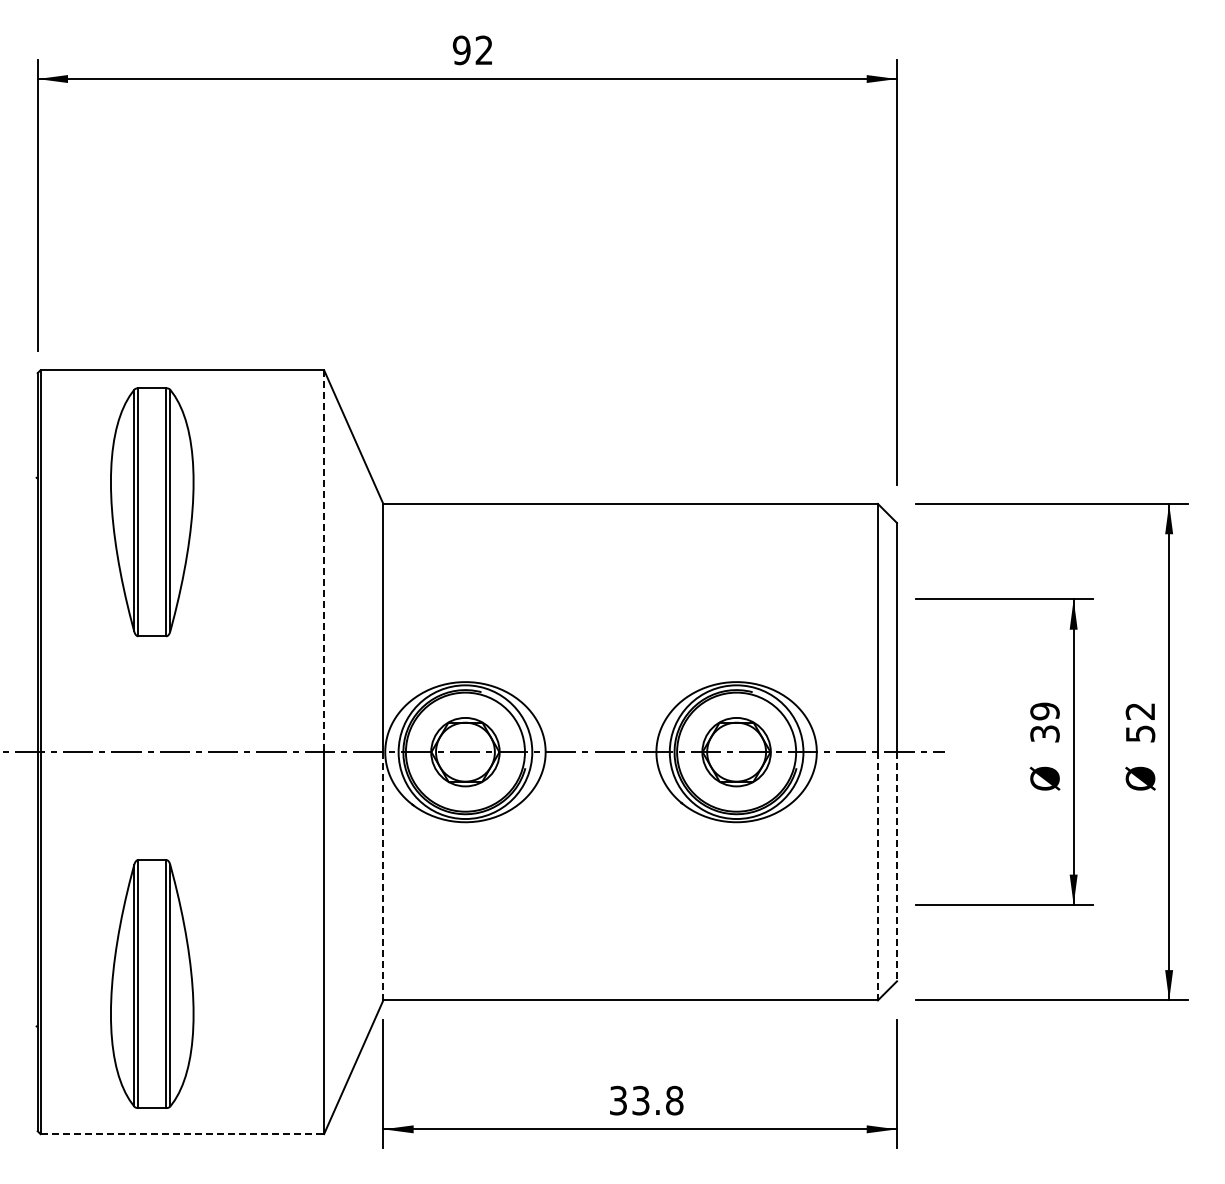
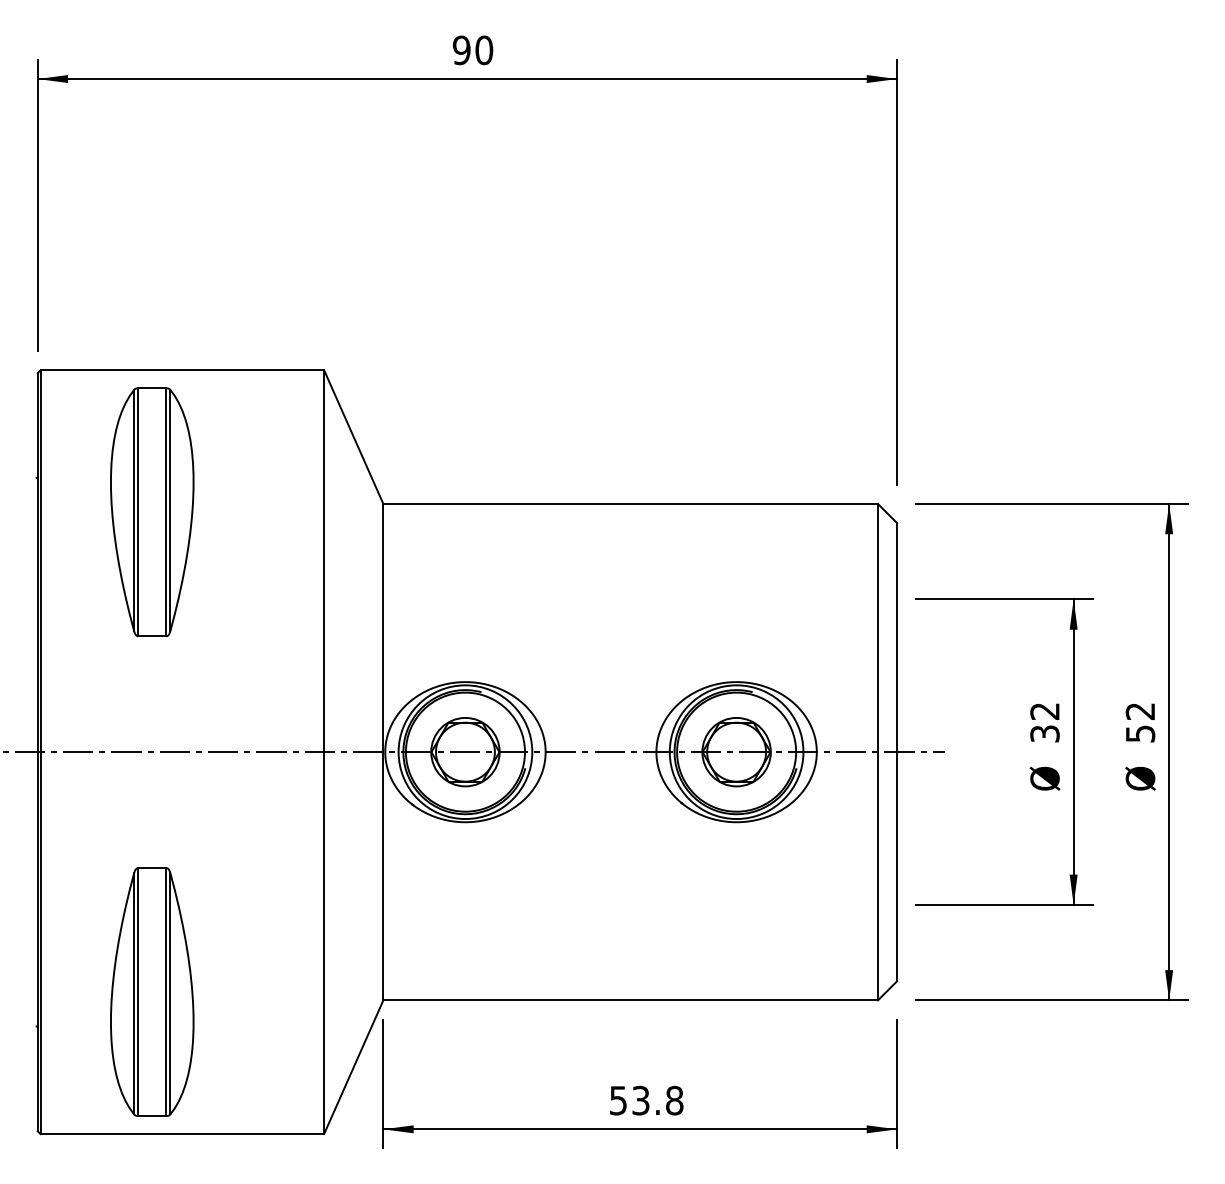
text at (484, 50): 92 -> 90
line at (324, 561): dashed -> solid
text at (1044, 711): 39 -> 32
line at (897, 866): dashed -> solid
line at (383, 876): dashed -> solid
line at (877, 876): dashed -> solid
part at (152, 983) position: (152, 983) -> (152, 991)
text at (618, 1099): 33.8 -> 53.8
line at (182, 1134): dashed -> solid
